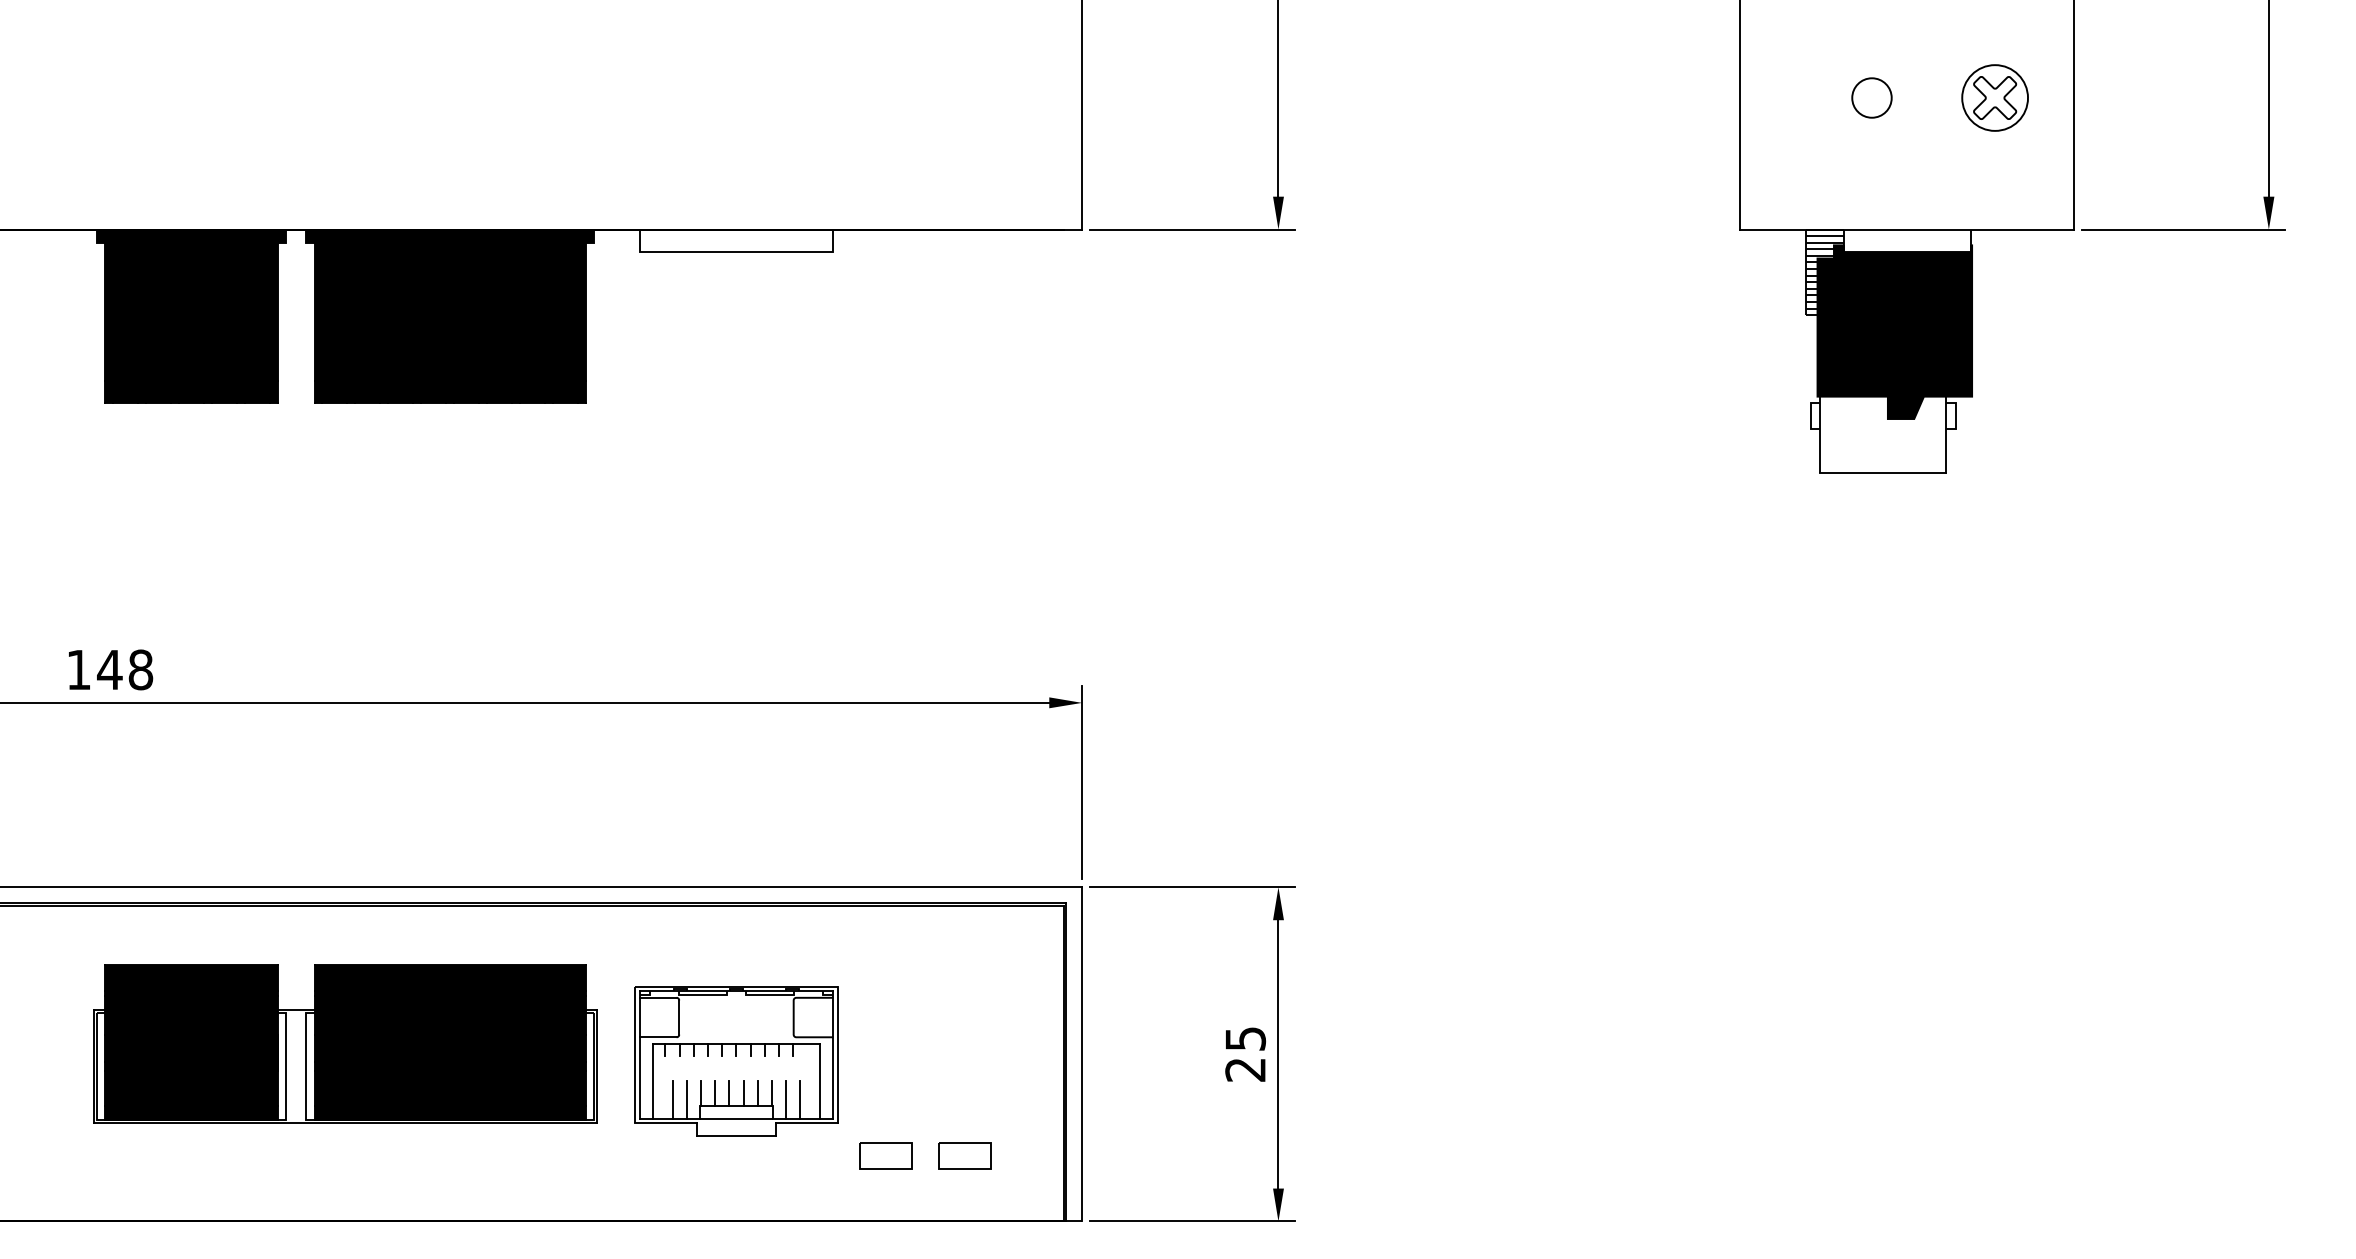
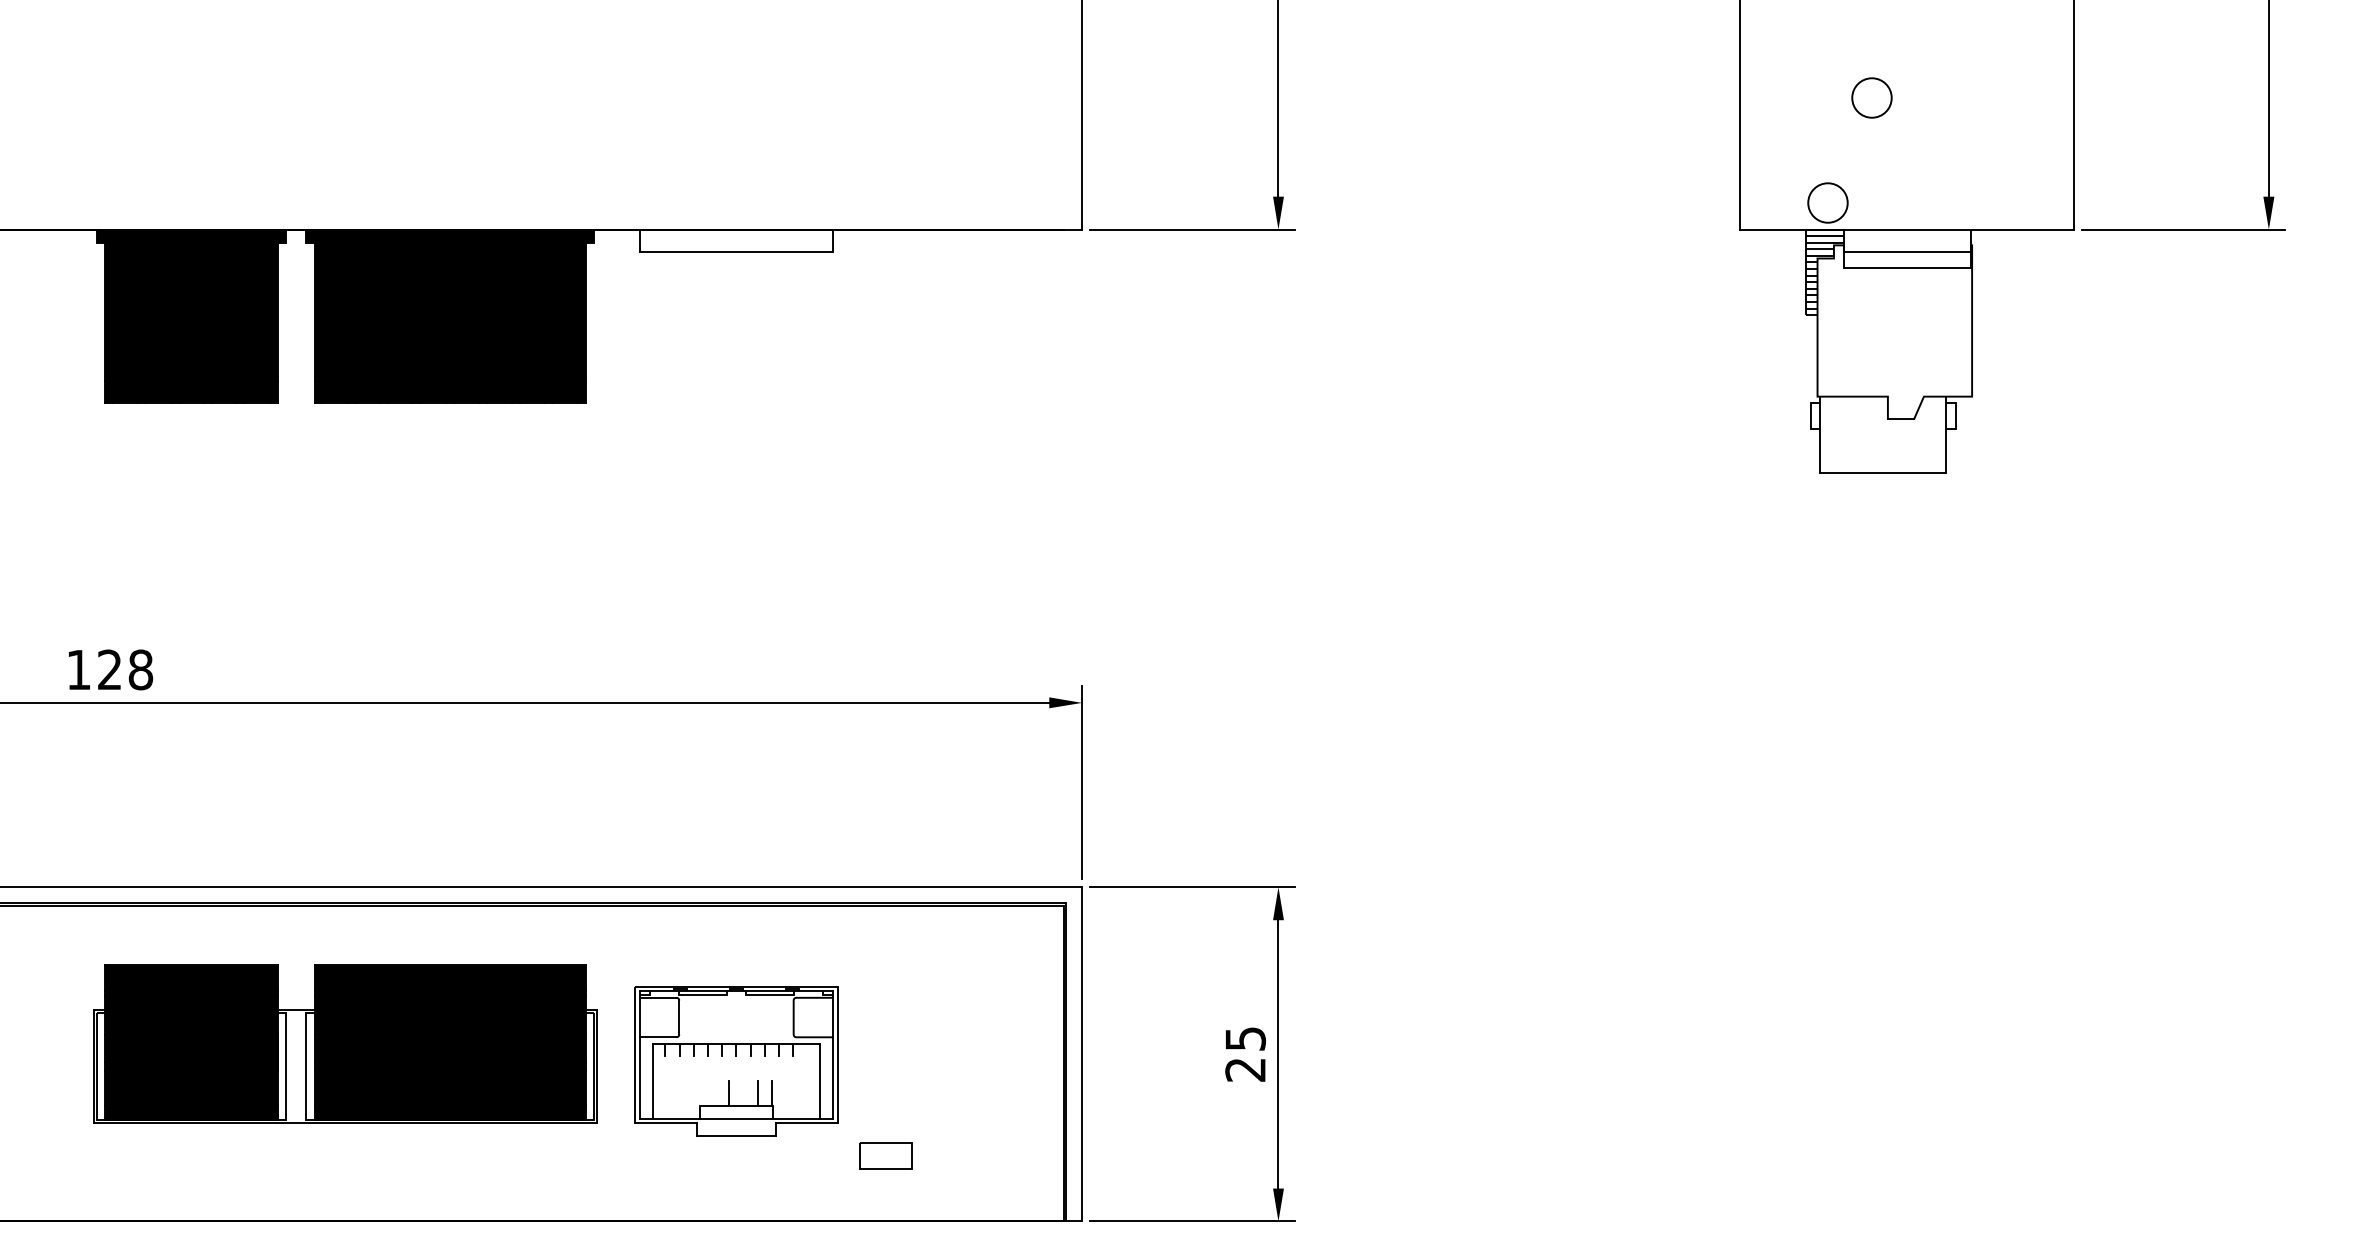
part at (1994, 97): present -> none
circle at (1827, 202): none -> present
fill at (1894, 332): present -> none
text at (109, 669): 148 -> 128
line at (700, 1093): present -> none
line at (715, 1093): present -> none
line at (743, 1093): present -> none
line at (672, 1099): present -> none
line at (686, 1099): present -> none
line at (786, 1099): present -> none
line at (800, 1099): present -> none
part at (964, 1155): present -> none
